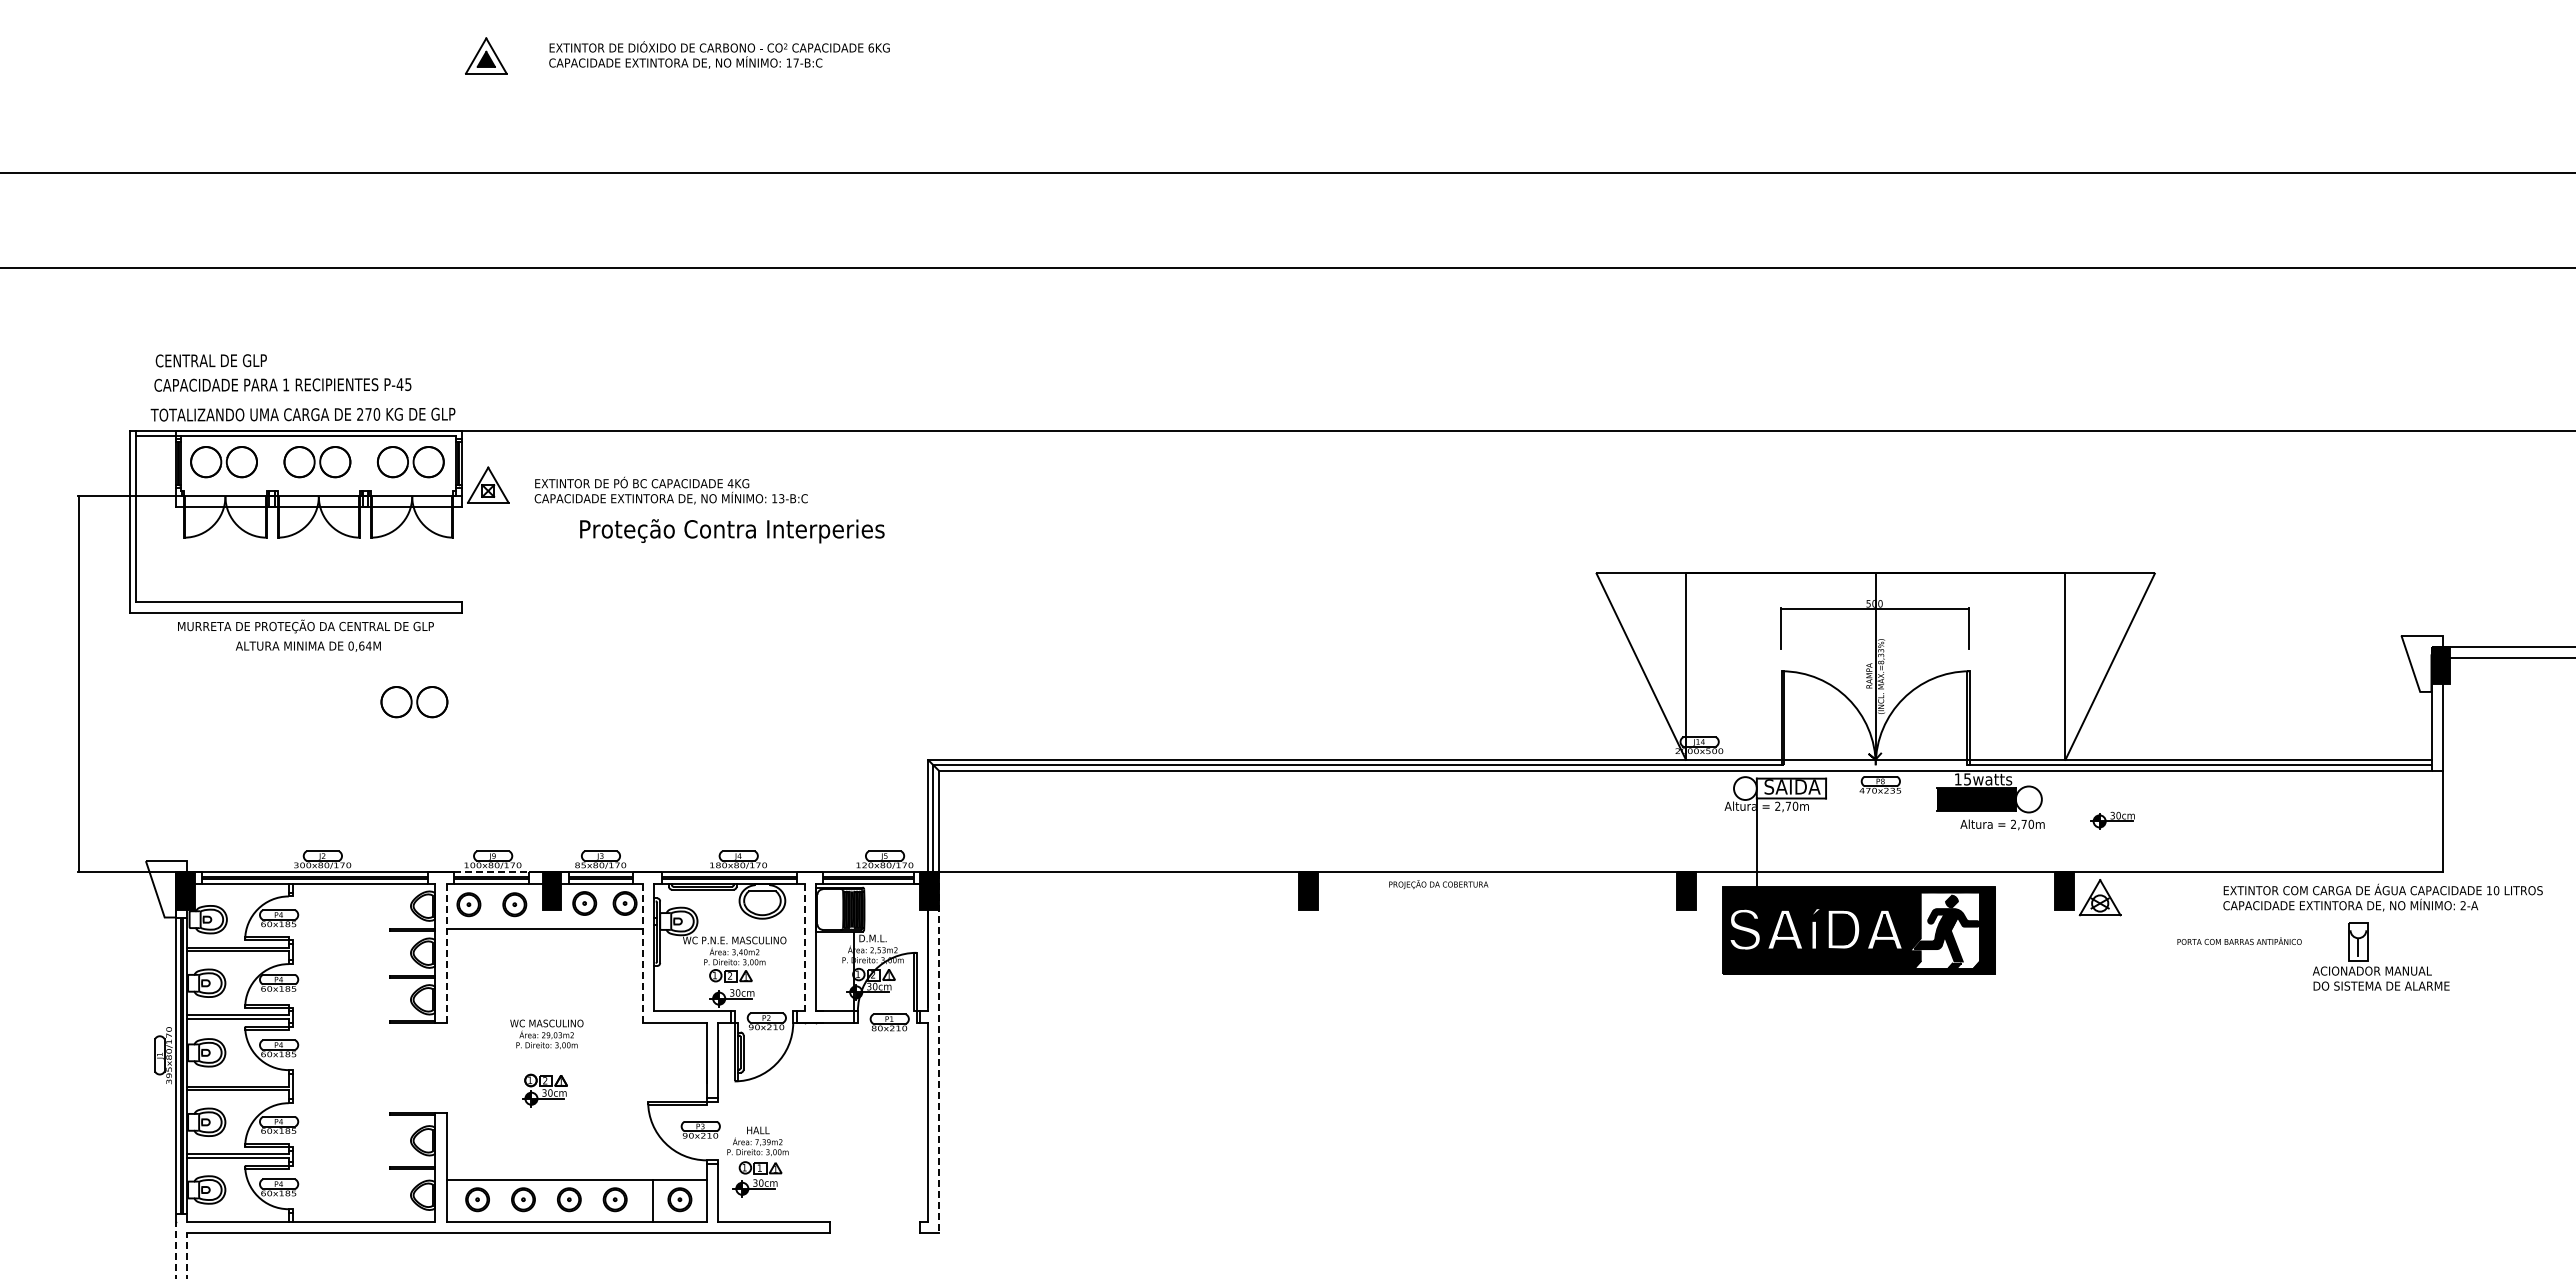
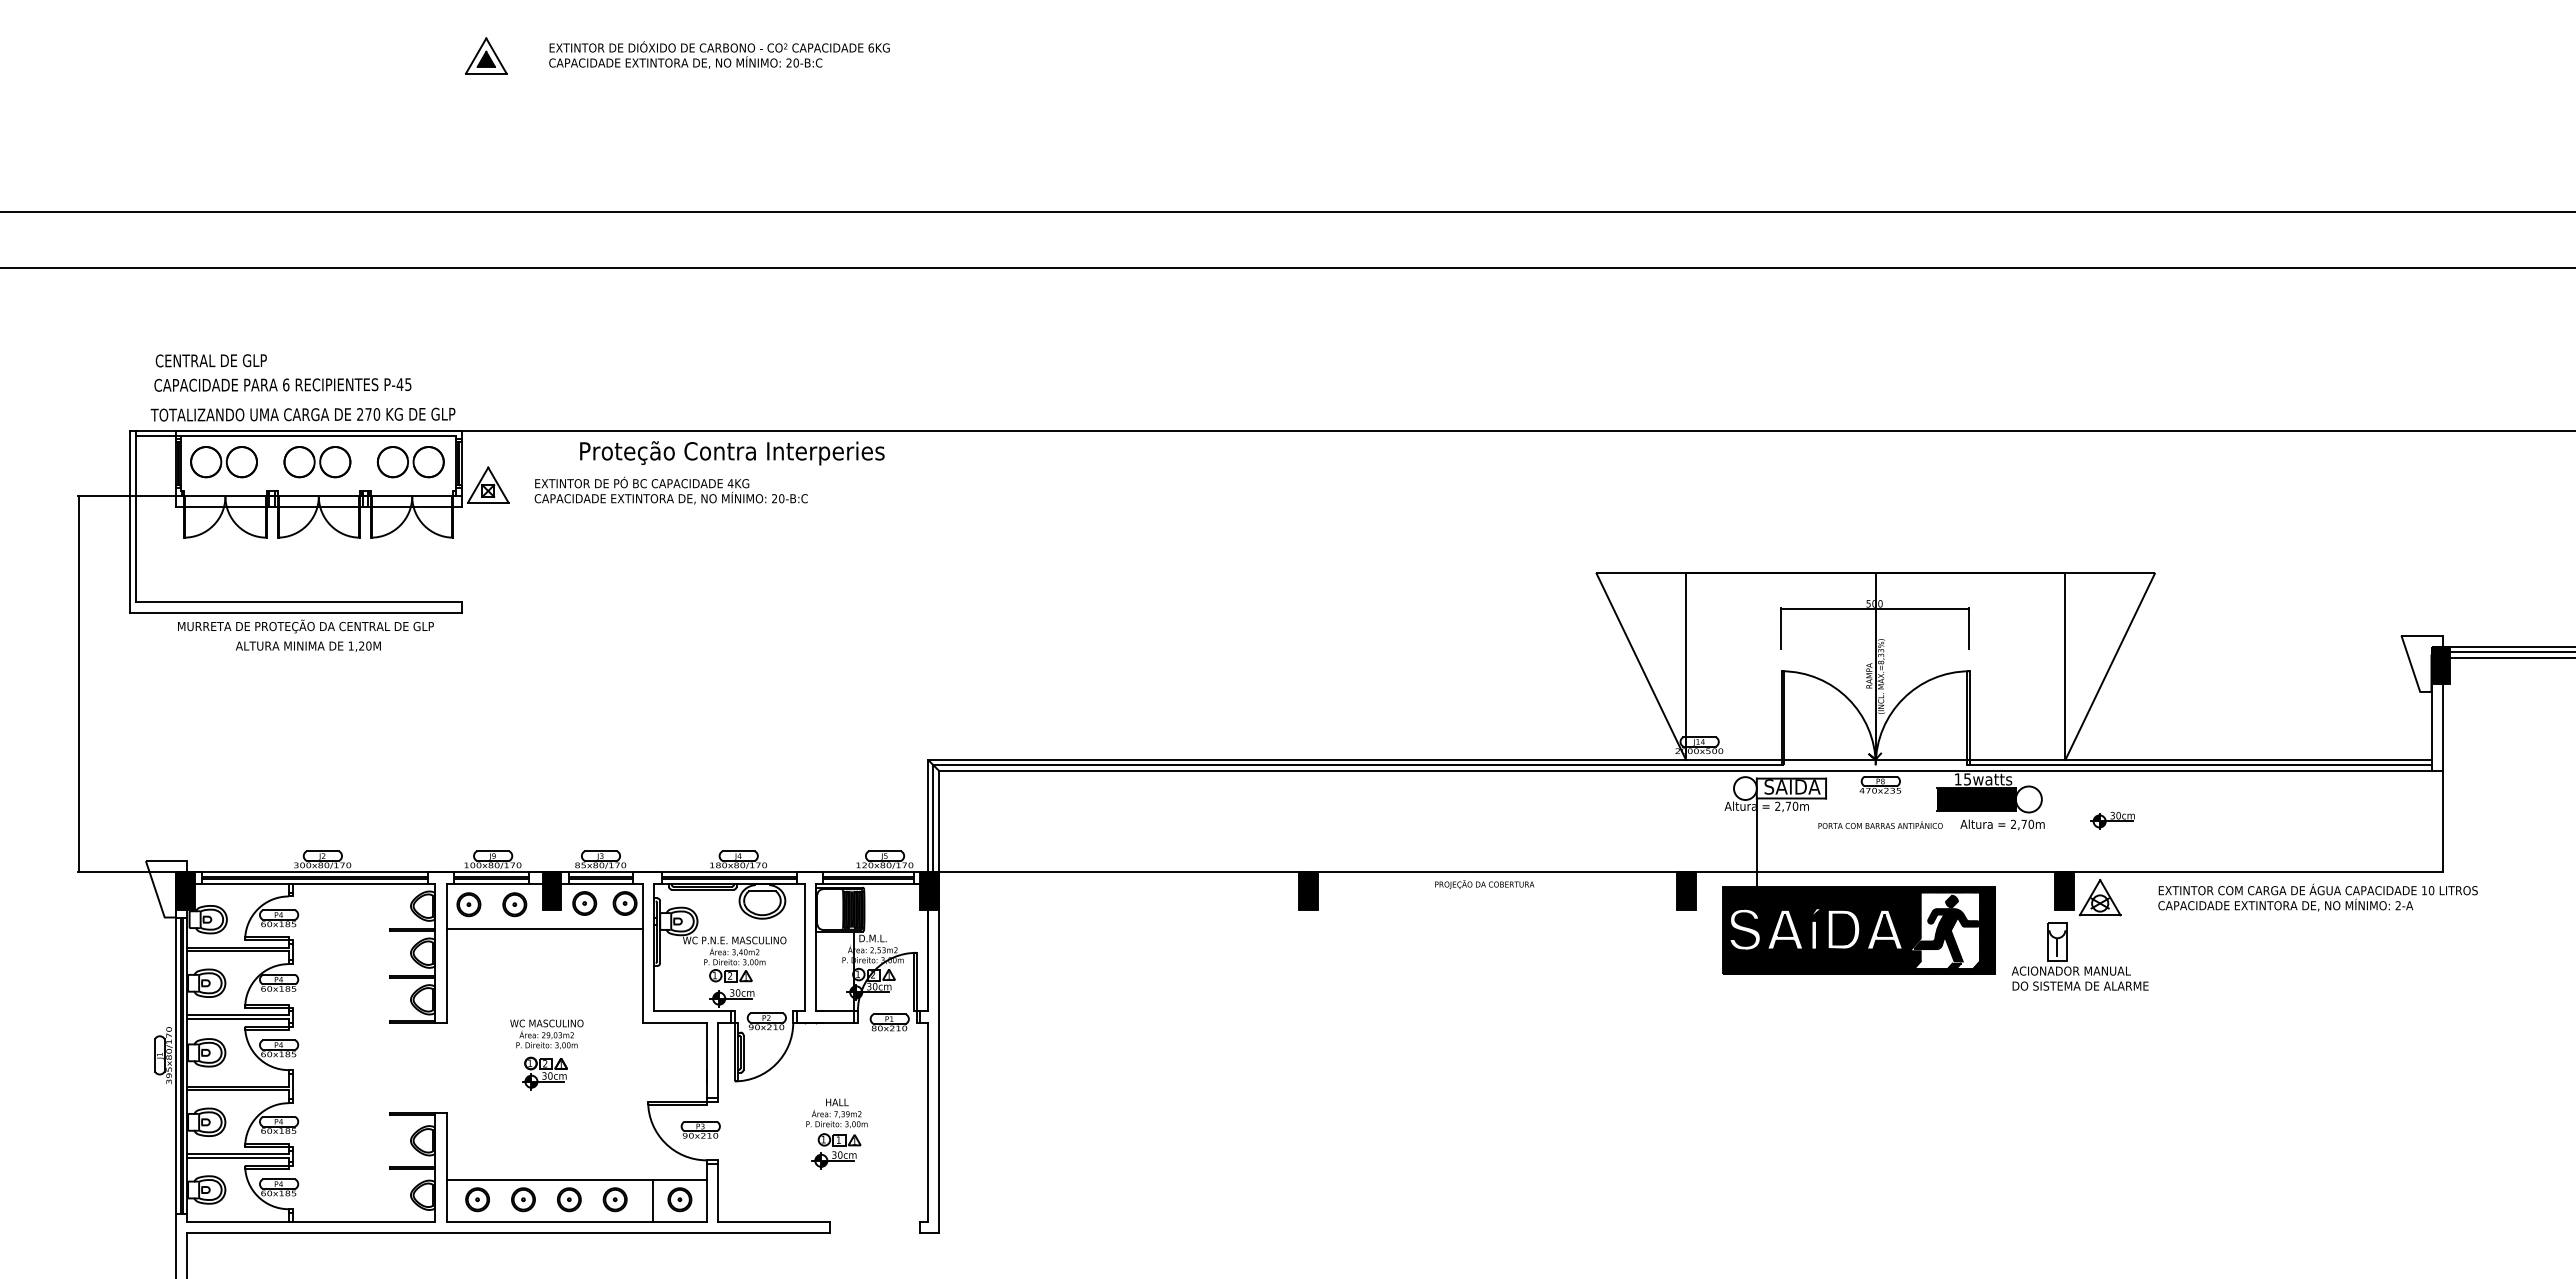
text at (792, 62): 17-B:C -> 20-B:C
line at (1287, 172) position: (1287, 172) -> (1287, 211)
text at (286, 384): 1 -> 6
text at (778, 498): 13-B:C -> 20-B:C
text at (732, 531) position: (732, 531) -> (732, 453)
text at (359, 645): 0,64M -> 1,20M
line at (2507, 652): none -> present
part at (414, 702): present -> none
line at (491, 872): dashed -> solid
text at (1438, 884) position: (1438, 884) -> (1484, 884)
text at (2382, 897) position: (2382, 897) -> (2317, 897)
text at (2239, 940) position: (2239, 940) -> (1880, 824)
line at (804, 947): dashed -> solid
line at (446, 953): dashed -> solid
line at (642, 953): dashed -> solid
part at (2377, 966) position: (2377, 966) -> (2076, 966)
line at (939, 1053): dashed -> solid
part at (544, 1090) position: (544, 1090) -> (544, 1073)
part at (757, 1161) position: (757, 1161) -> (836, 1133)
line at (175, 1249): dashed -> solid
line at (187, 1255): dashed -> solid
